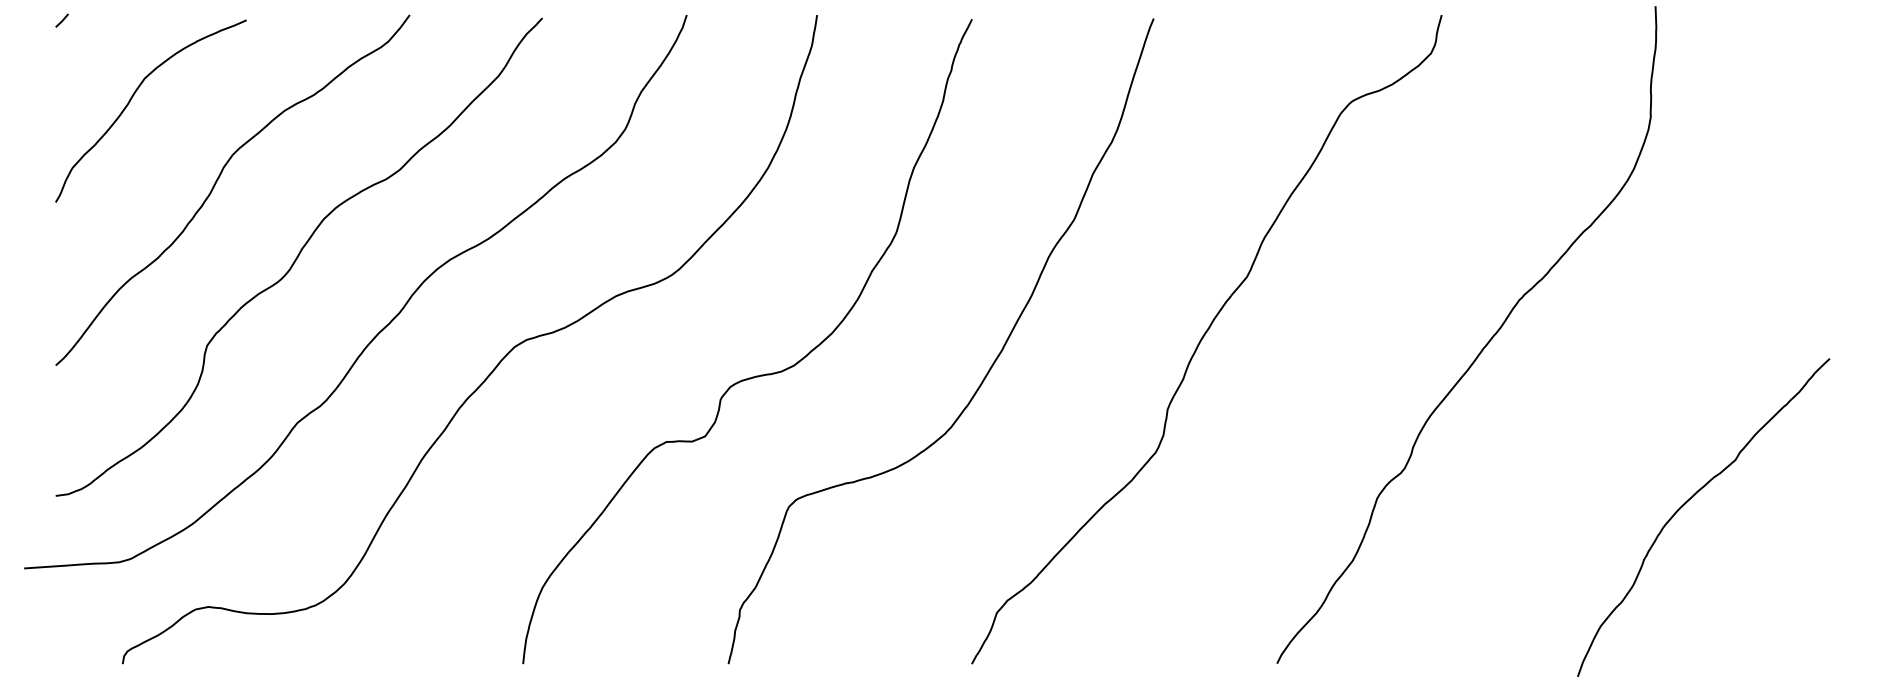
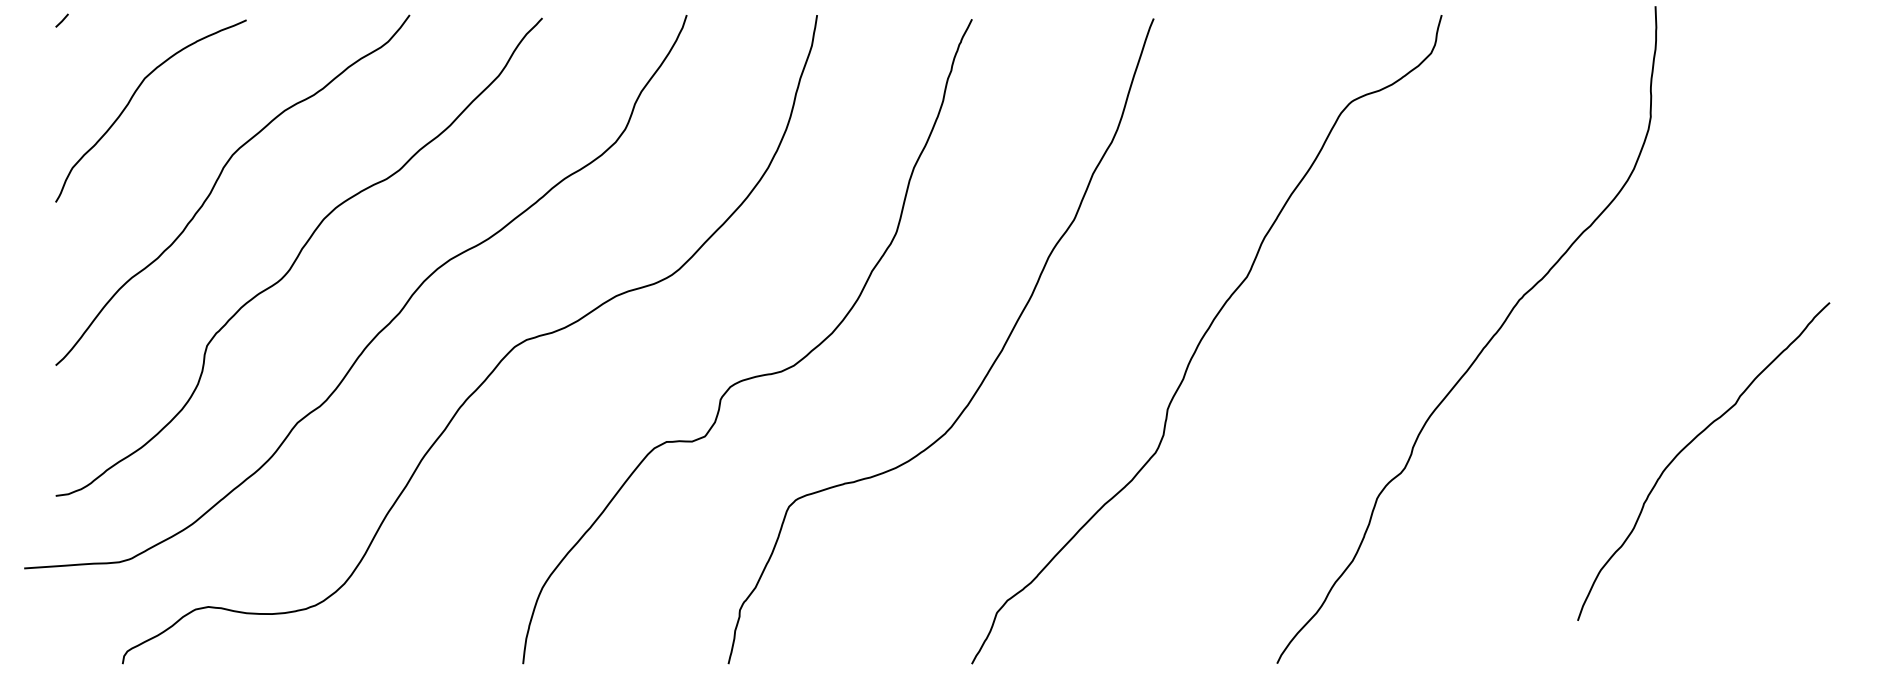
curve at (1688, 501) position: (1688, 501) -> (1688, 445)
